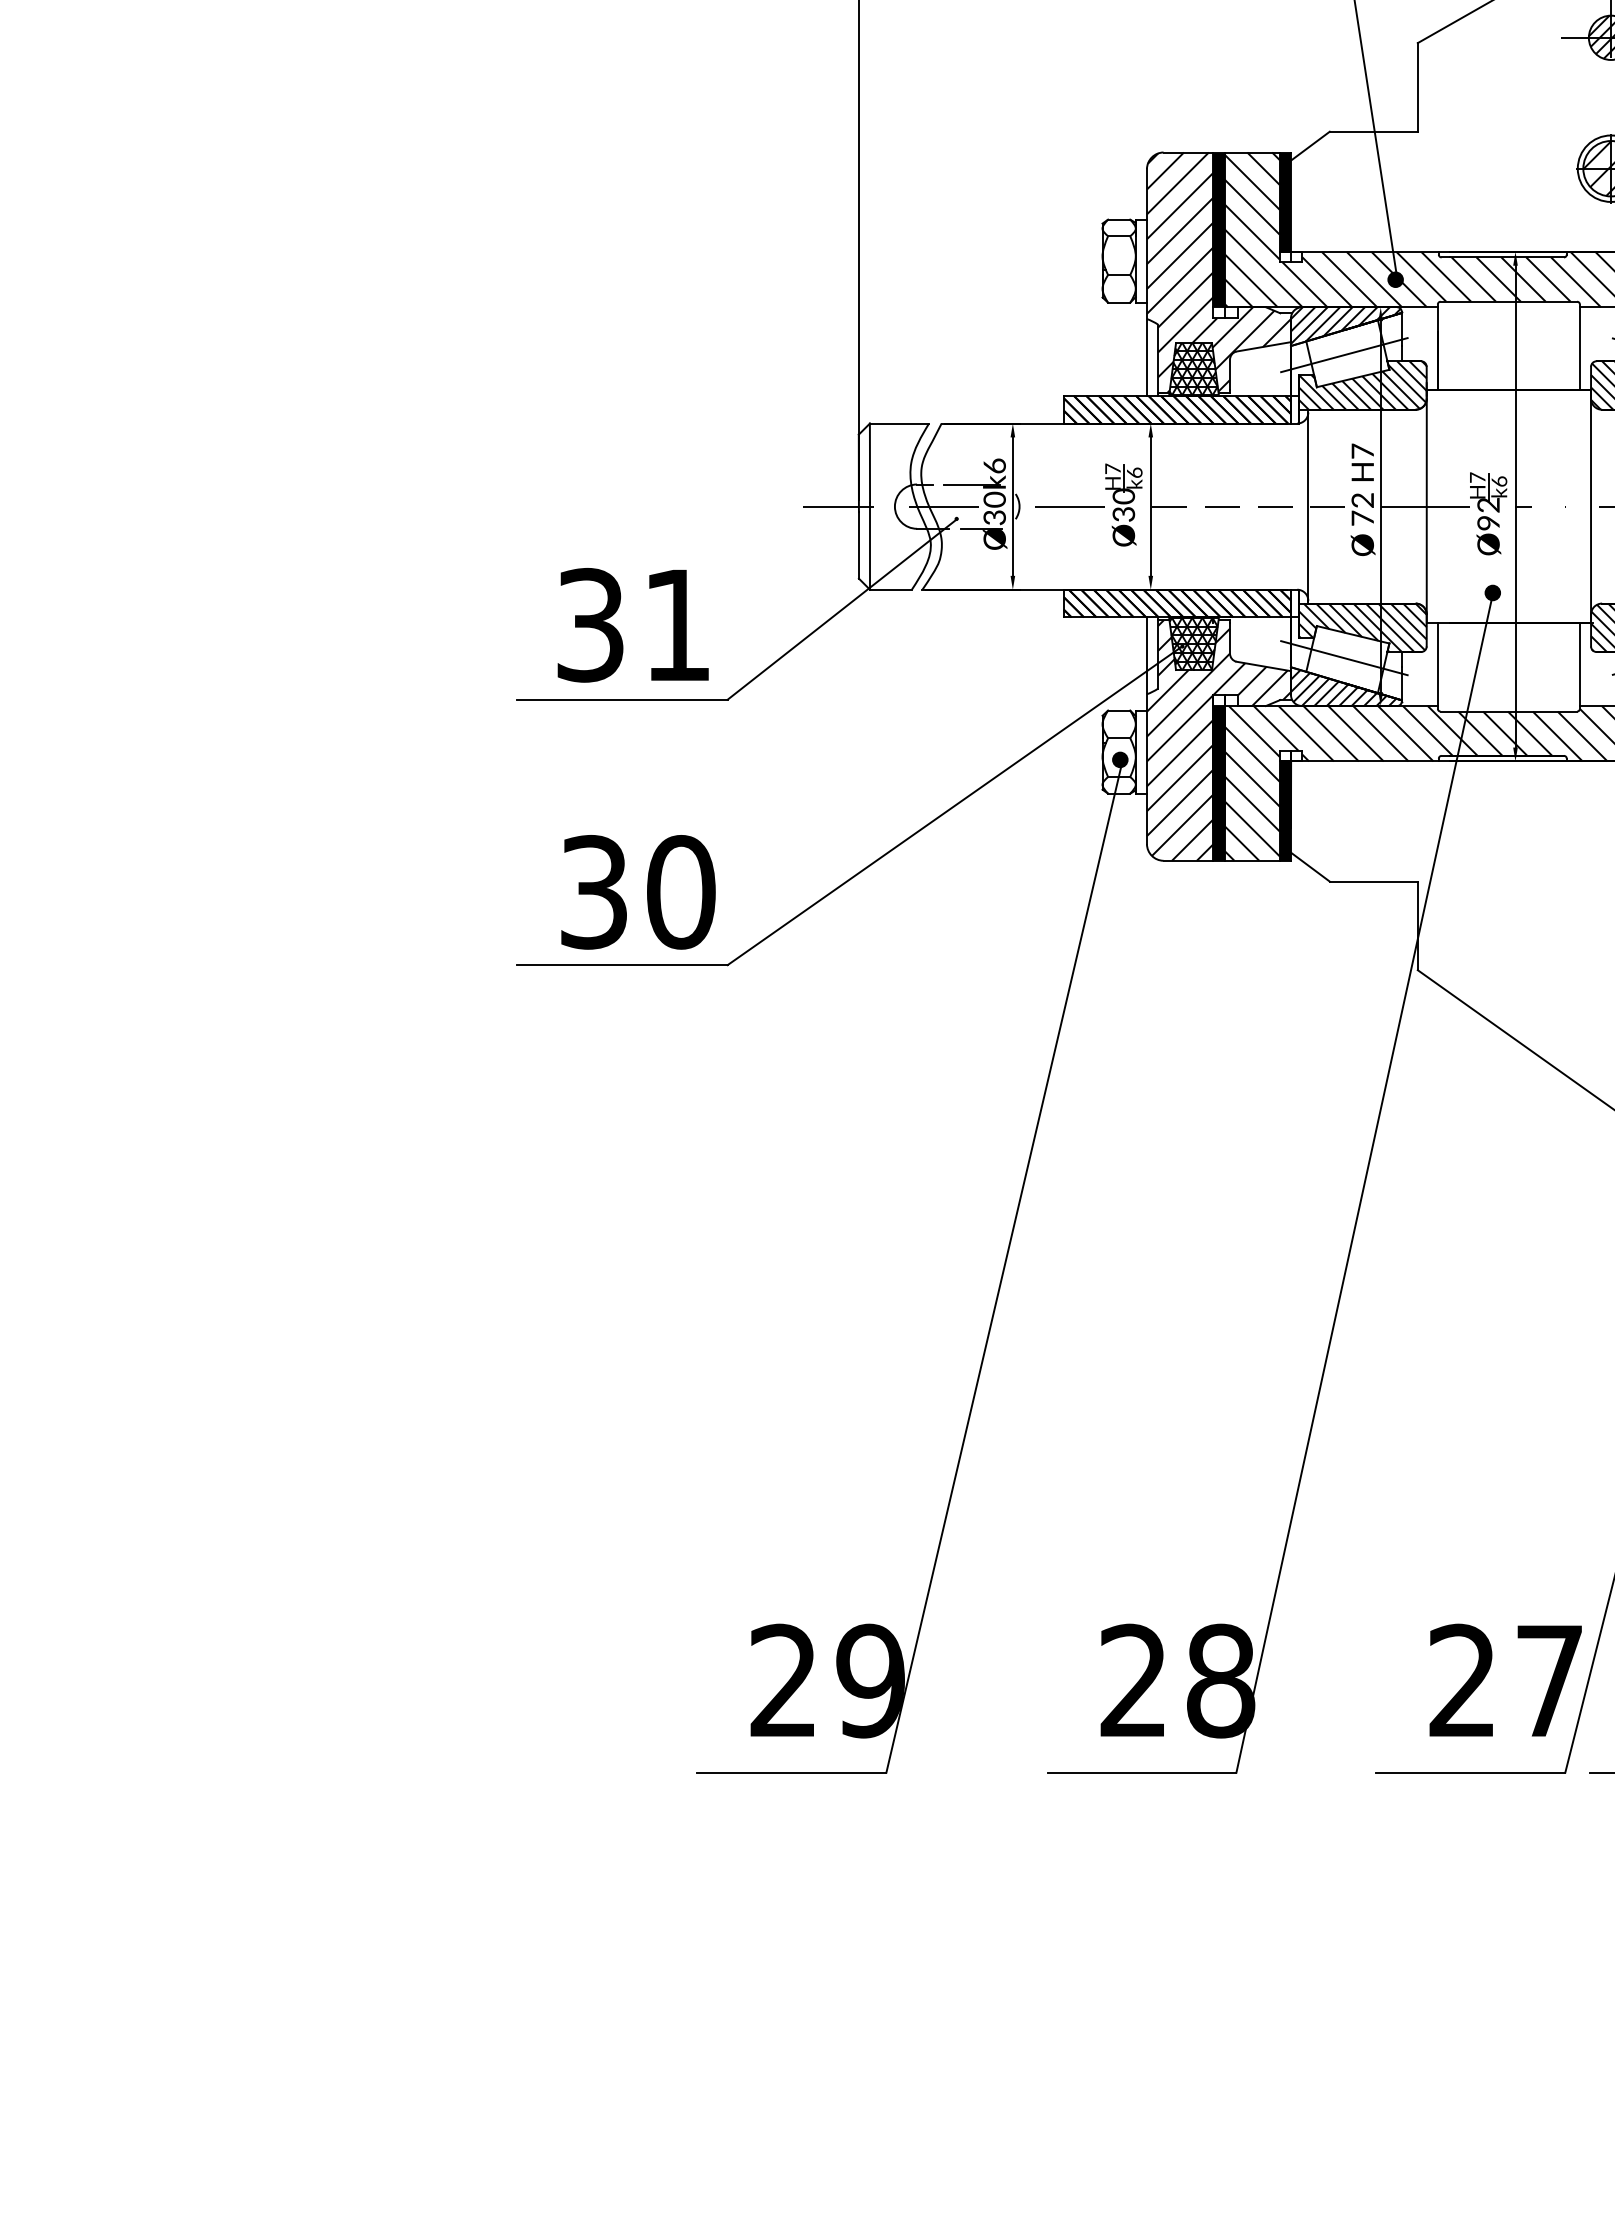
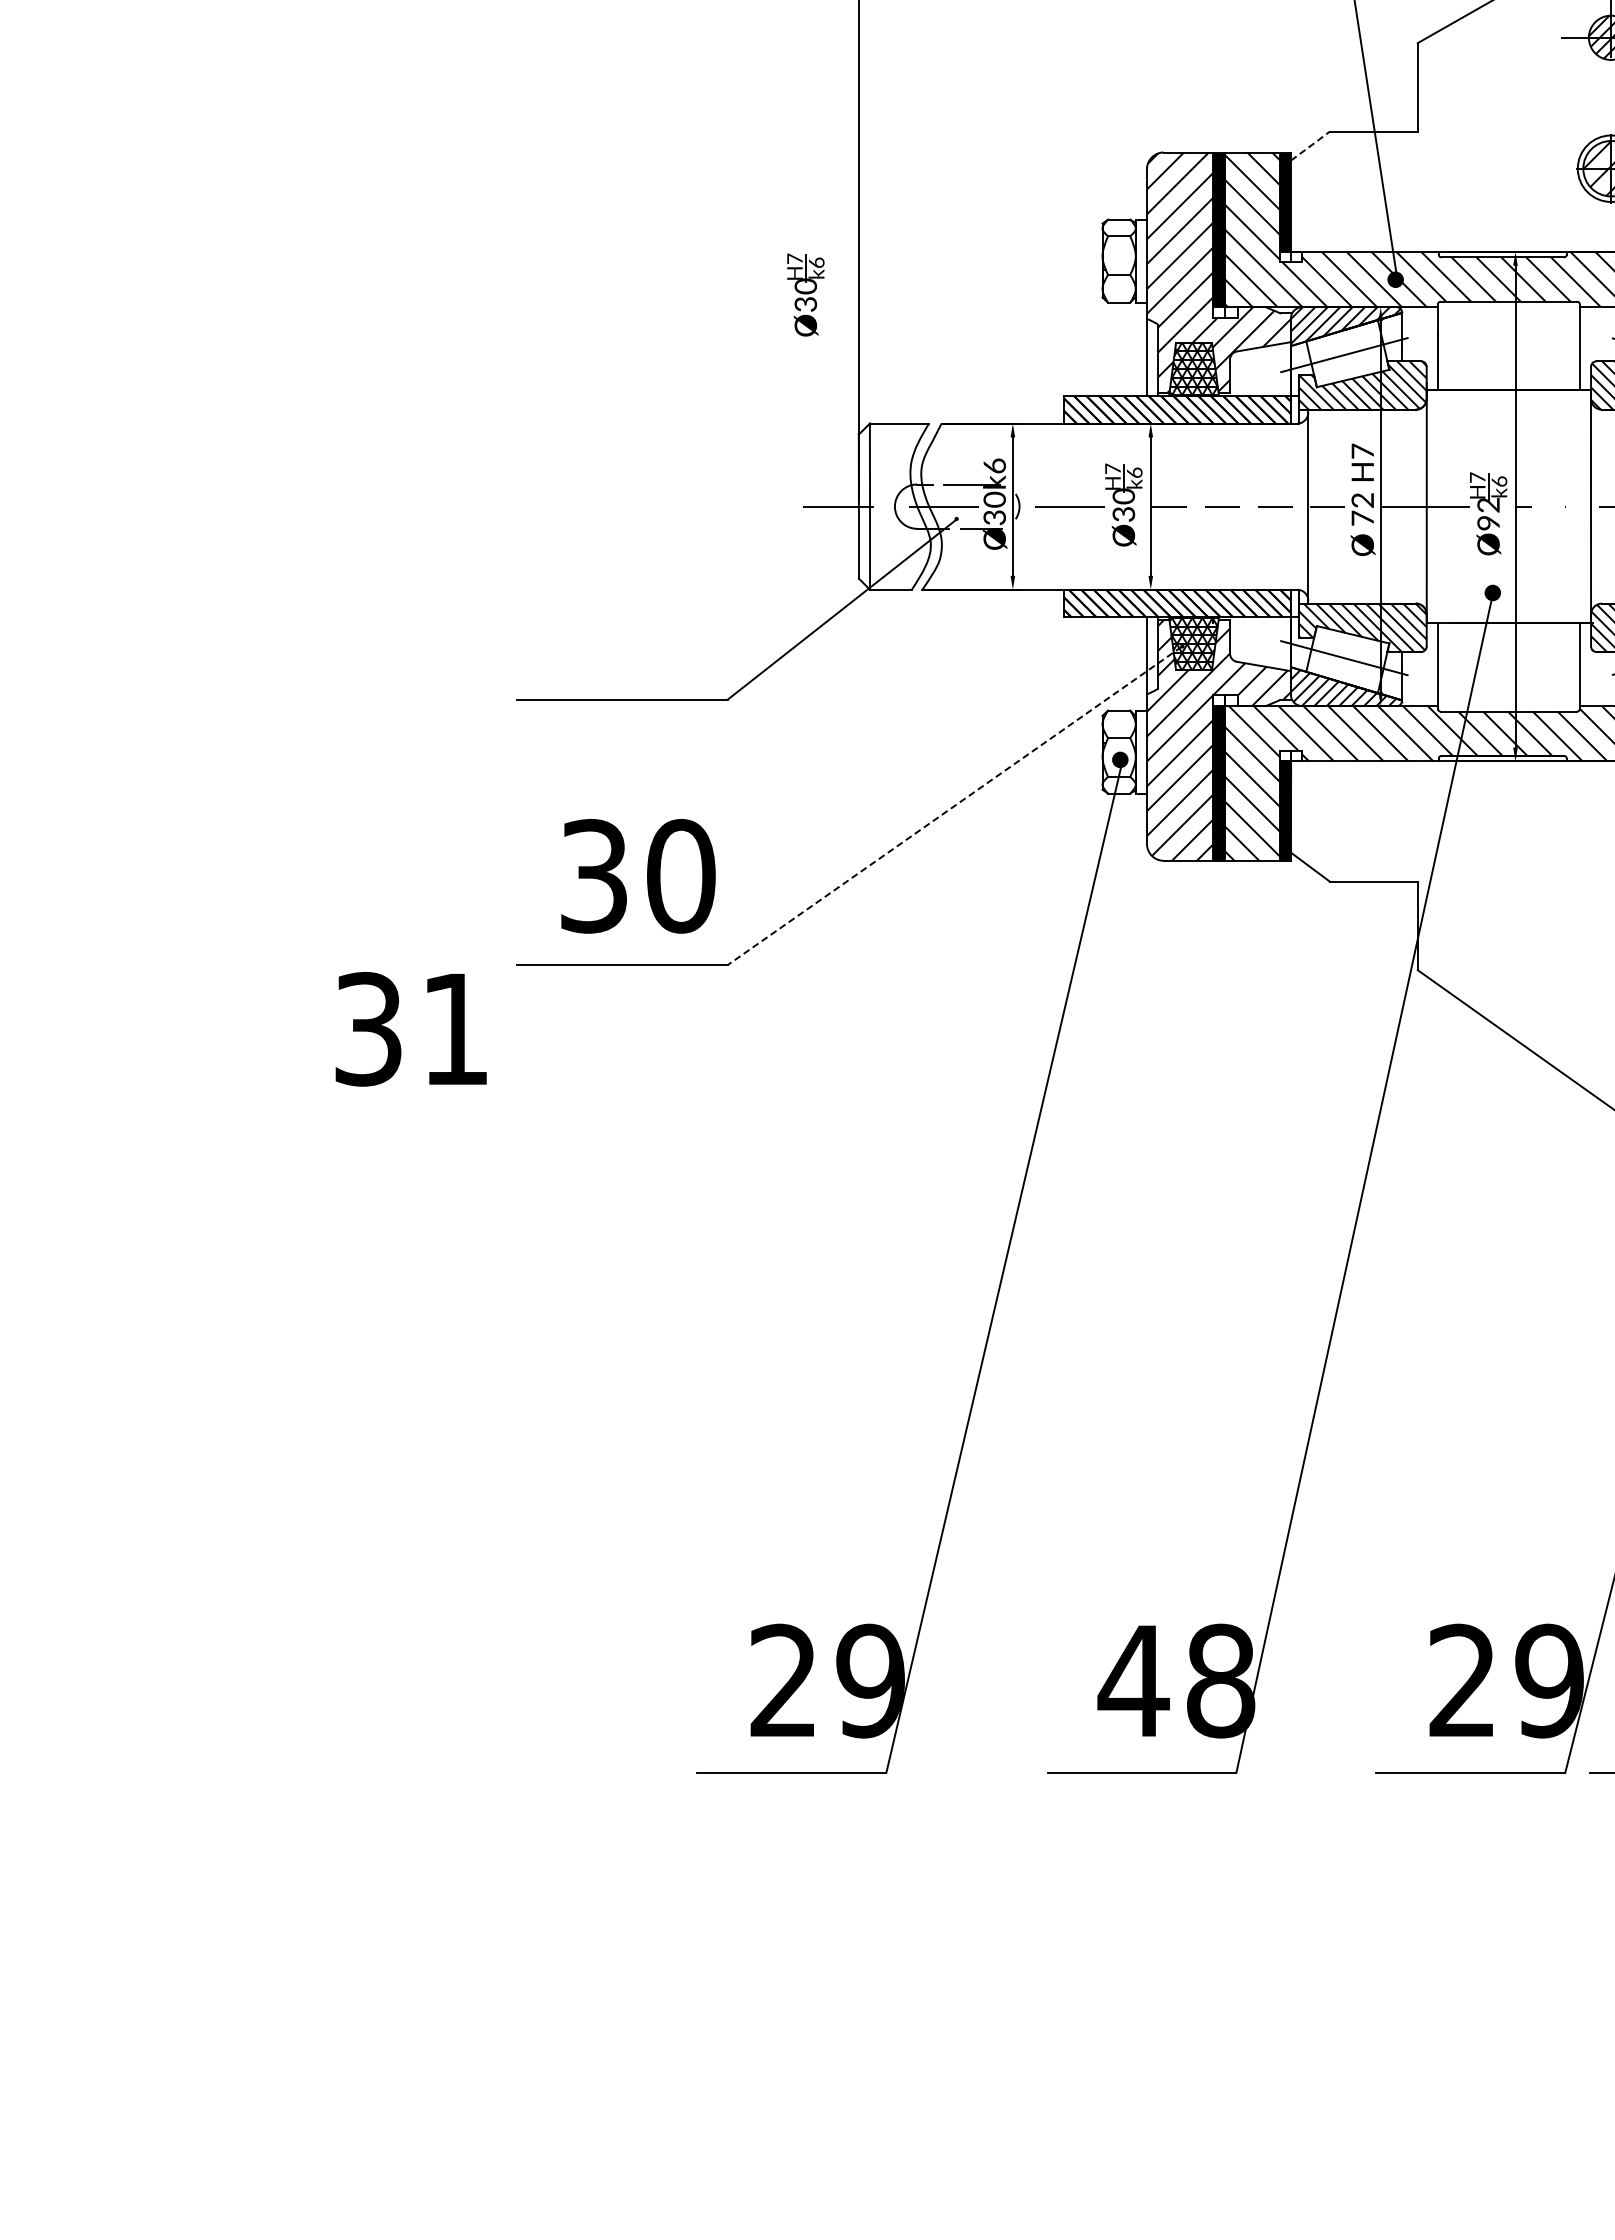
line at (1310, 145): solid -> dashed
part at (805, 294): none -> present
text at (632, 625) position: (632, 625) -> (410, 1029)
line at (954, 806): solid -> dashed
text at (638, 892) position: (638, 892) -> (638, 876)
text at (1133, 1679): 28 -> 48
text at (1549, 1680): 27 -> 29
